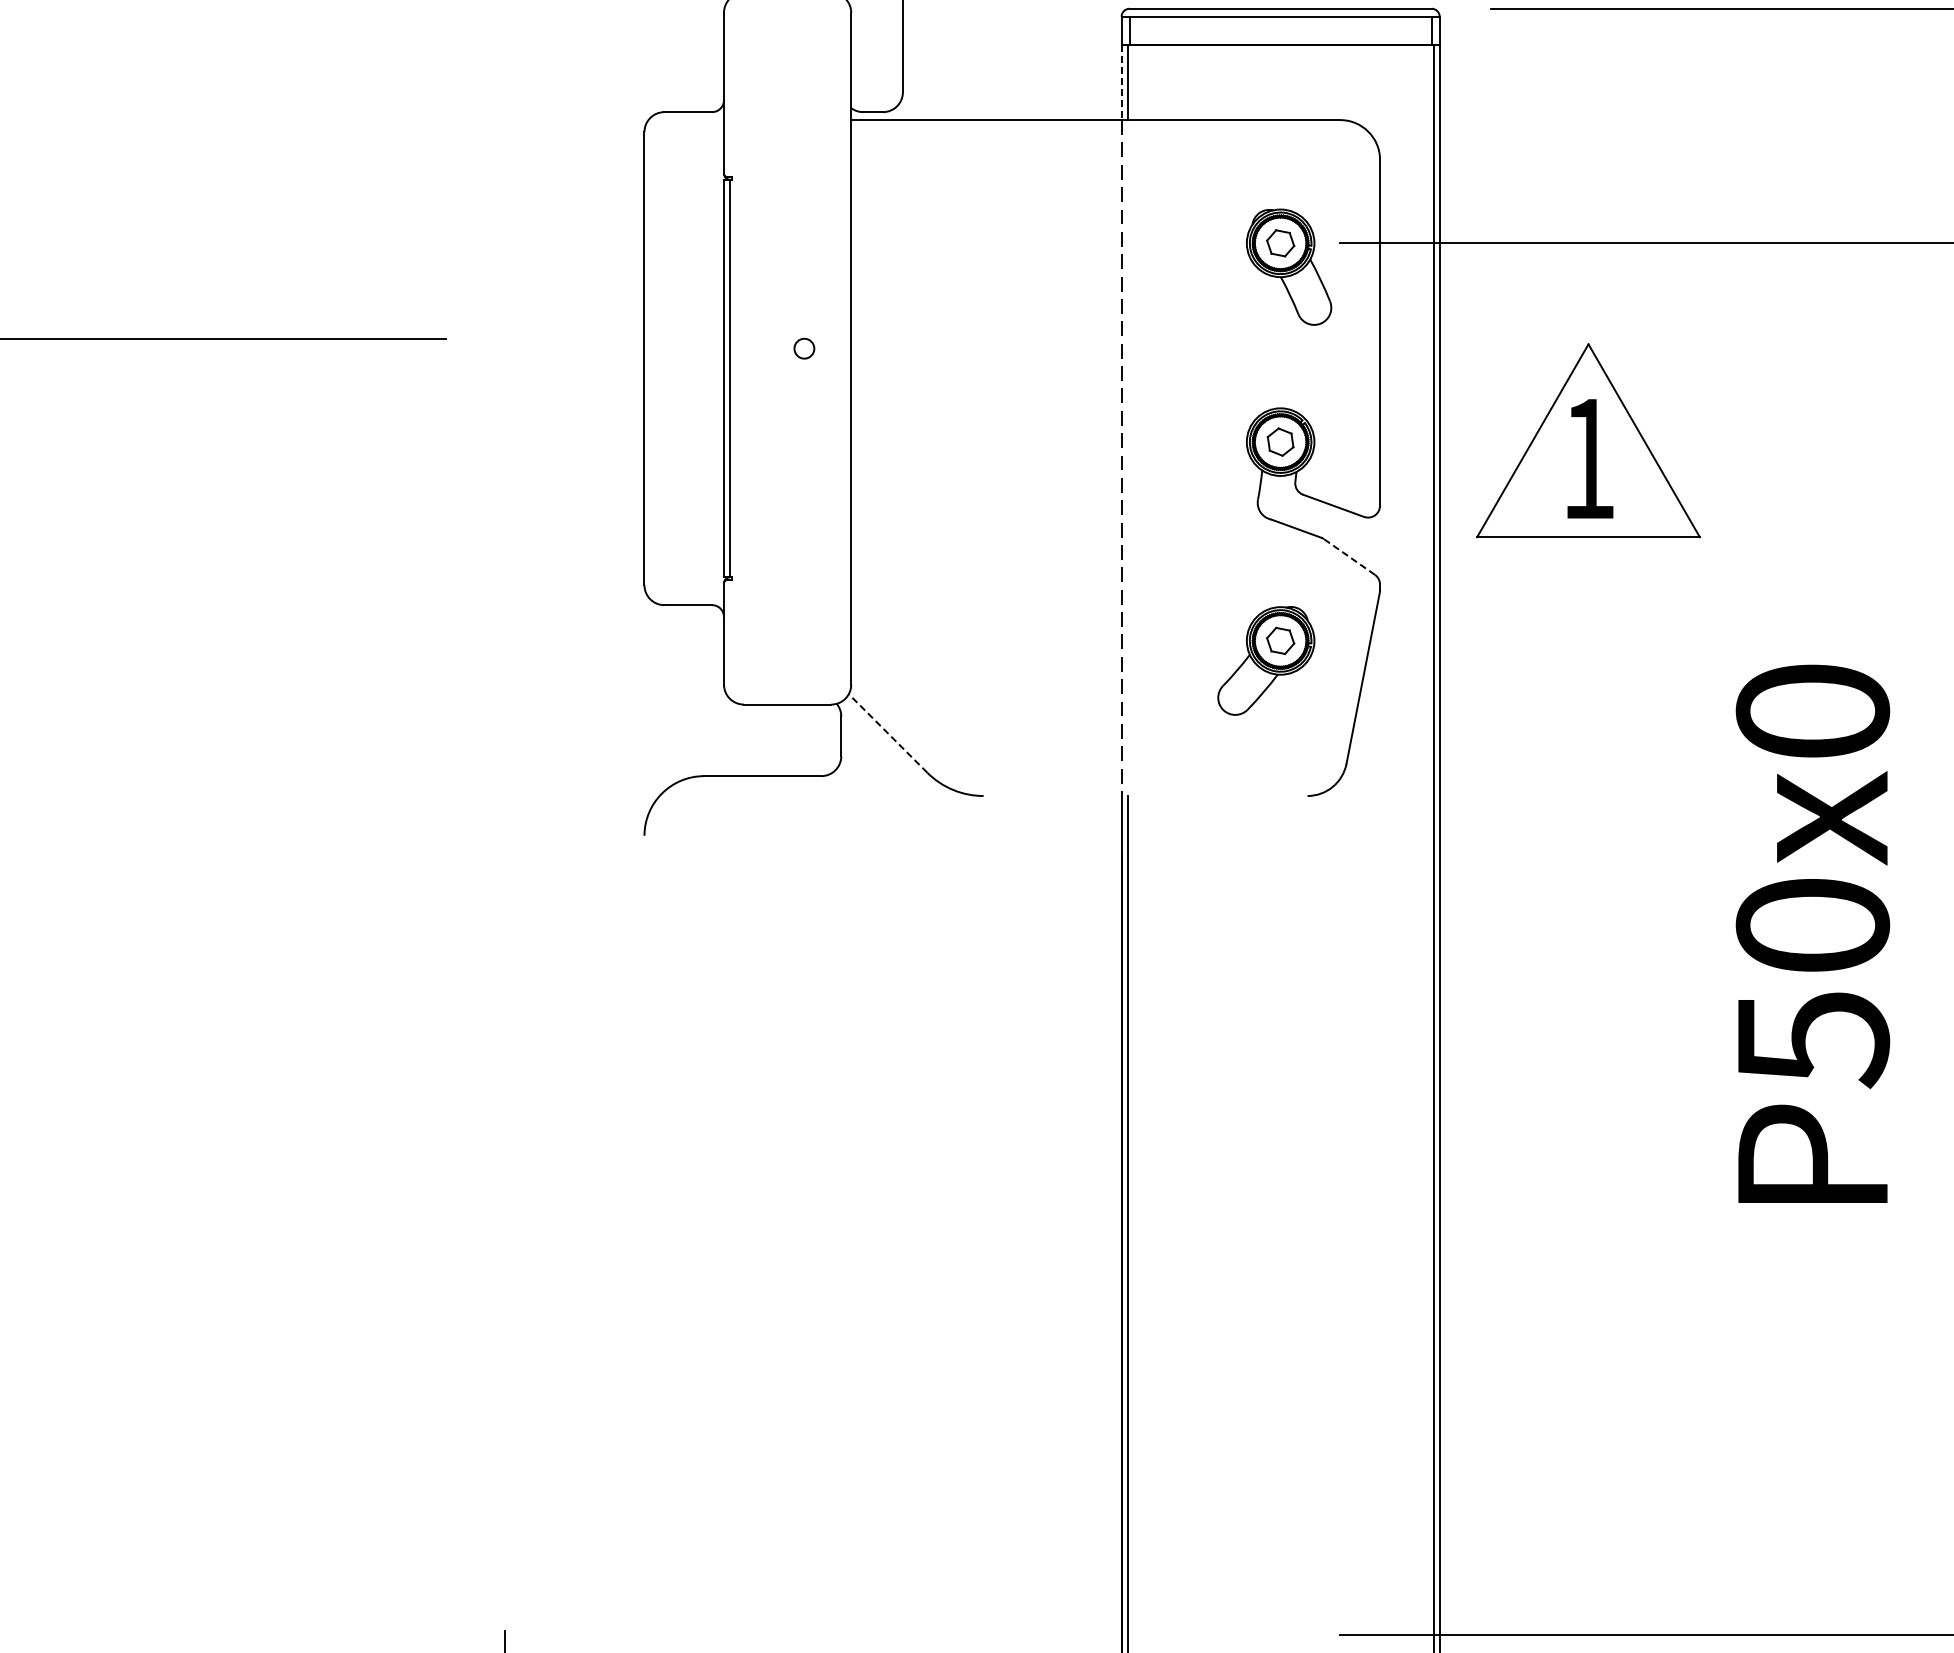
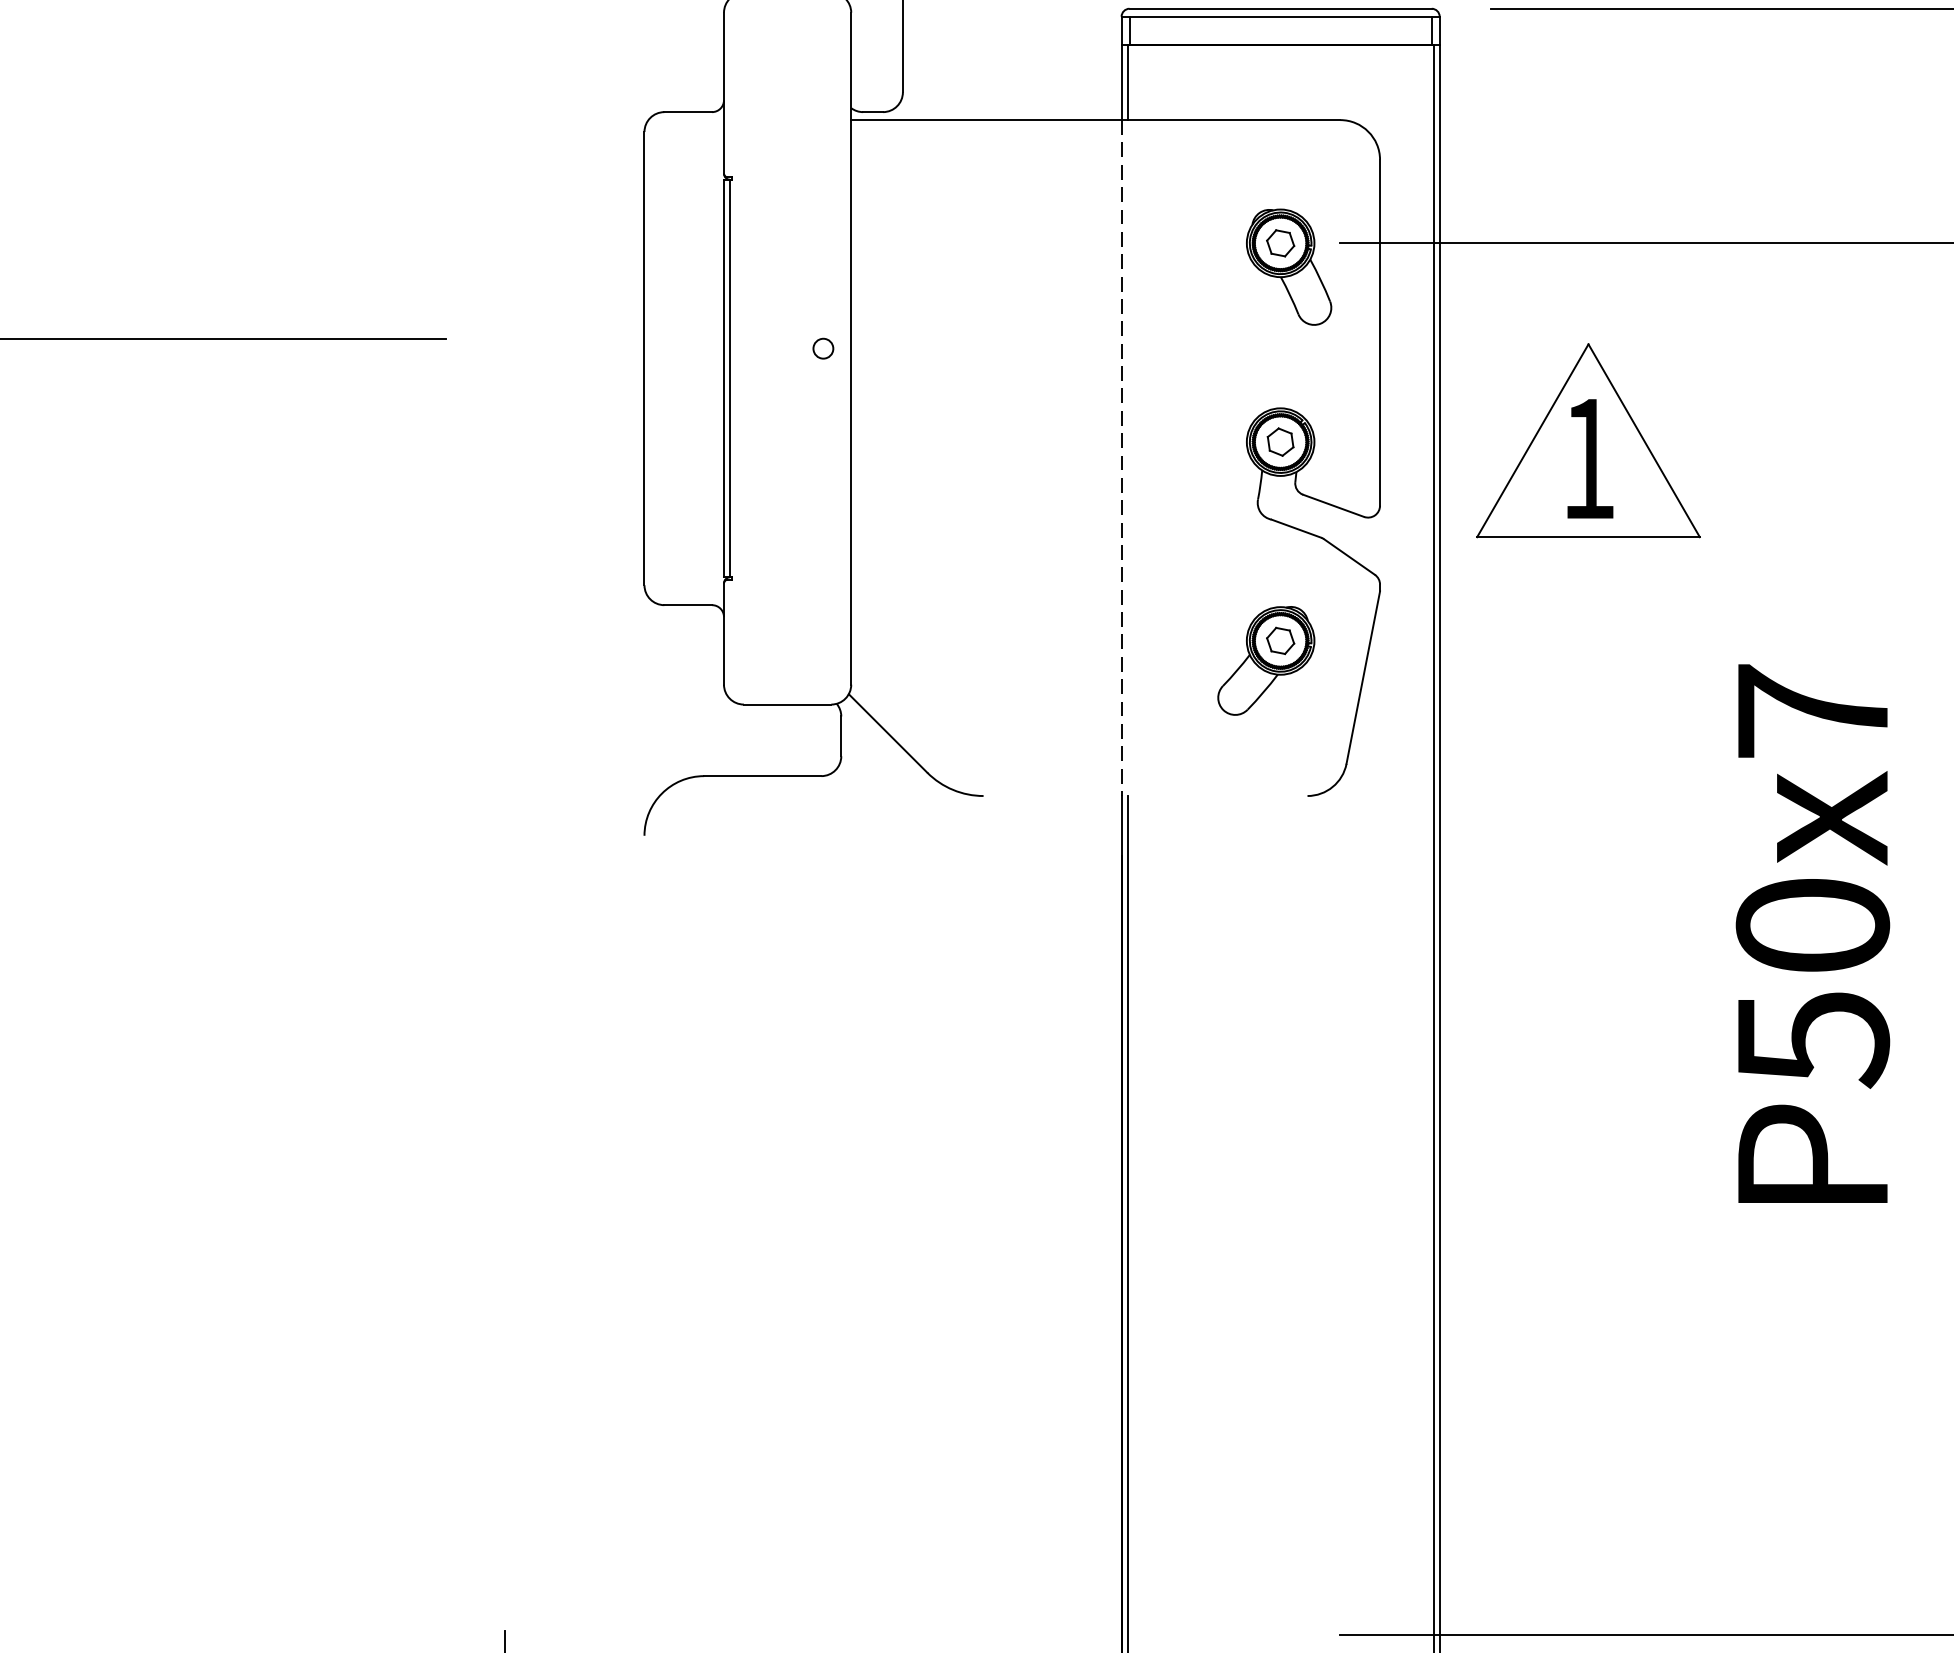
line at (1121, 82): dashed -> solid
circle at (804, 348) position: (804, 348) -> (823, 348)
line at (1349, 556): dashed -> solid
text at (1812, 710): P50x0 -> P50x7
line at (888, 733): dashed -> solid
